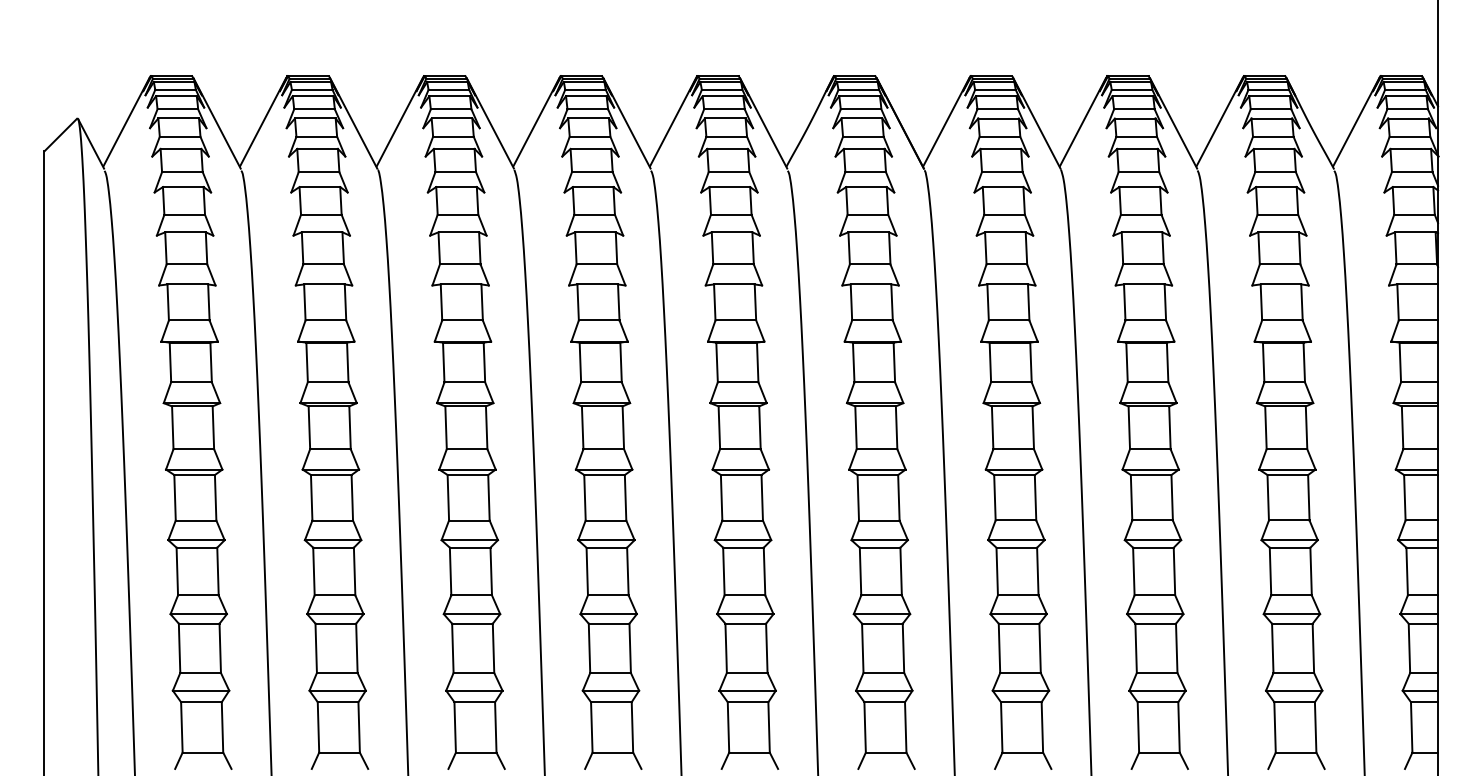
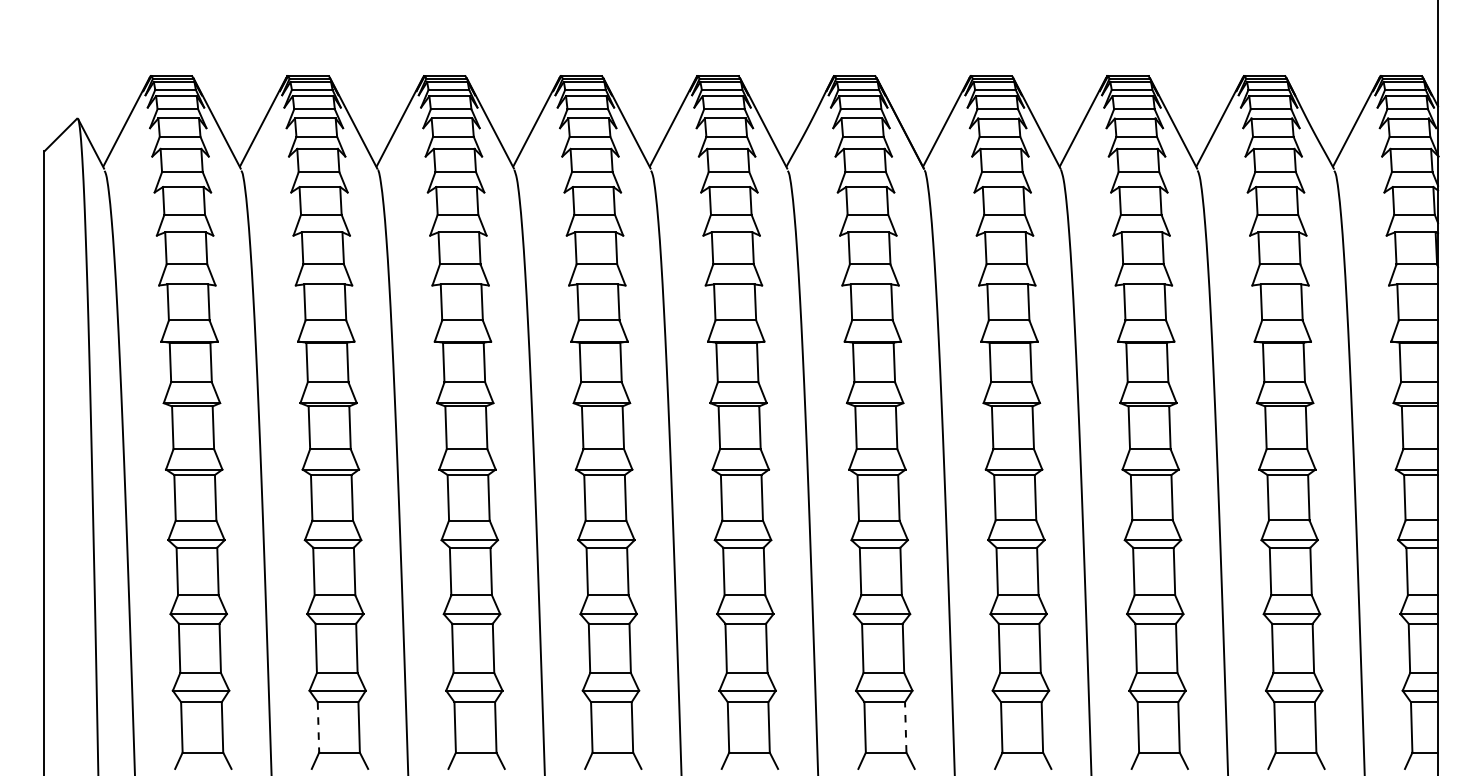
line at (905, 726): solid -> dashed
line at (318, 727): solid -> dashed
